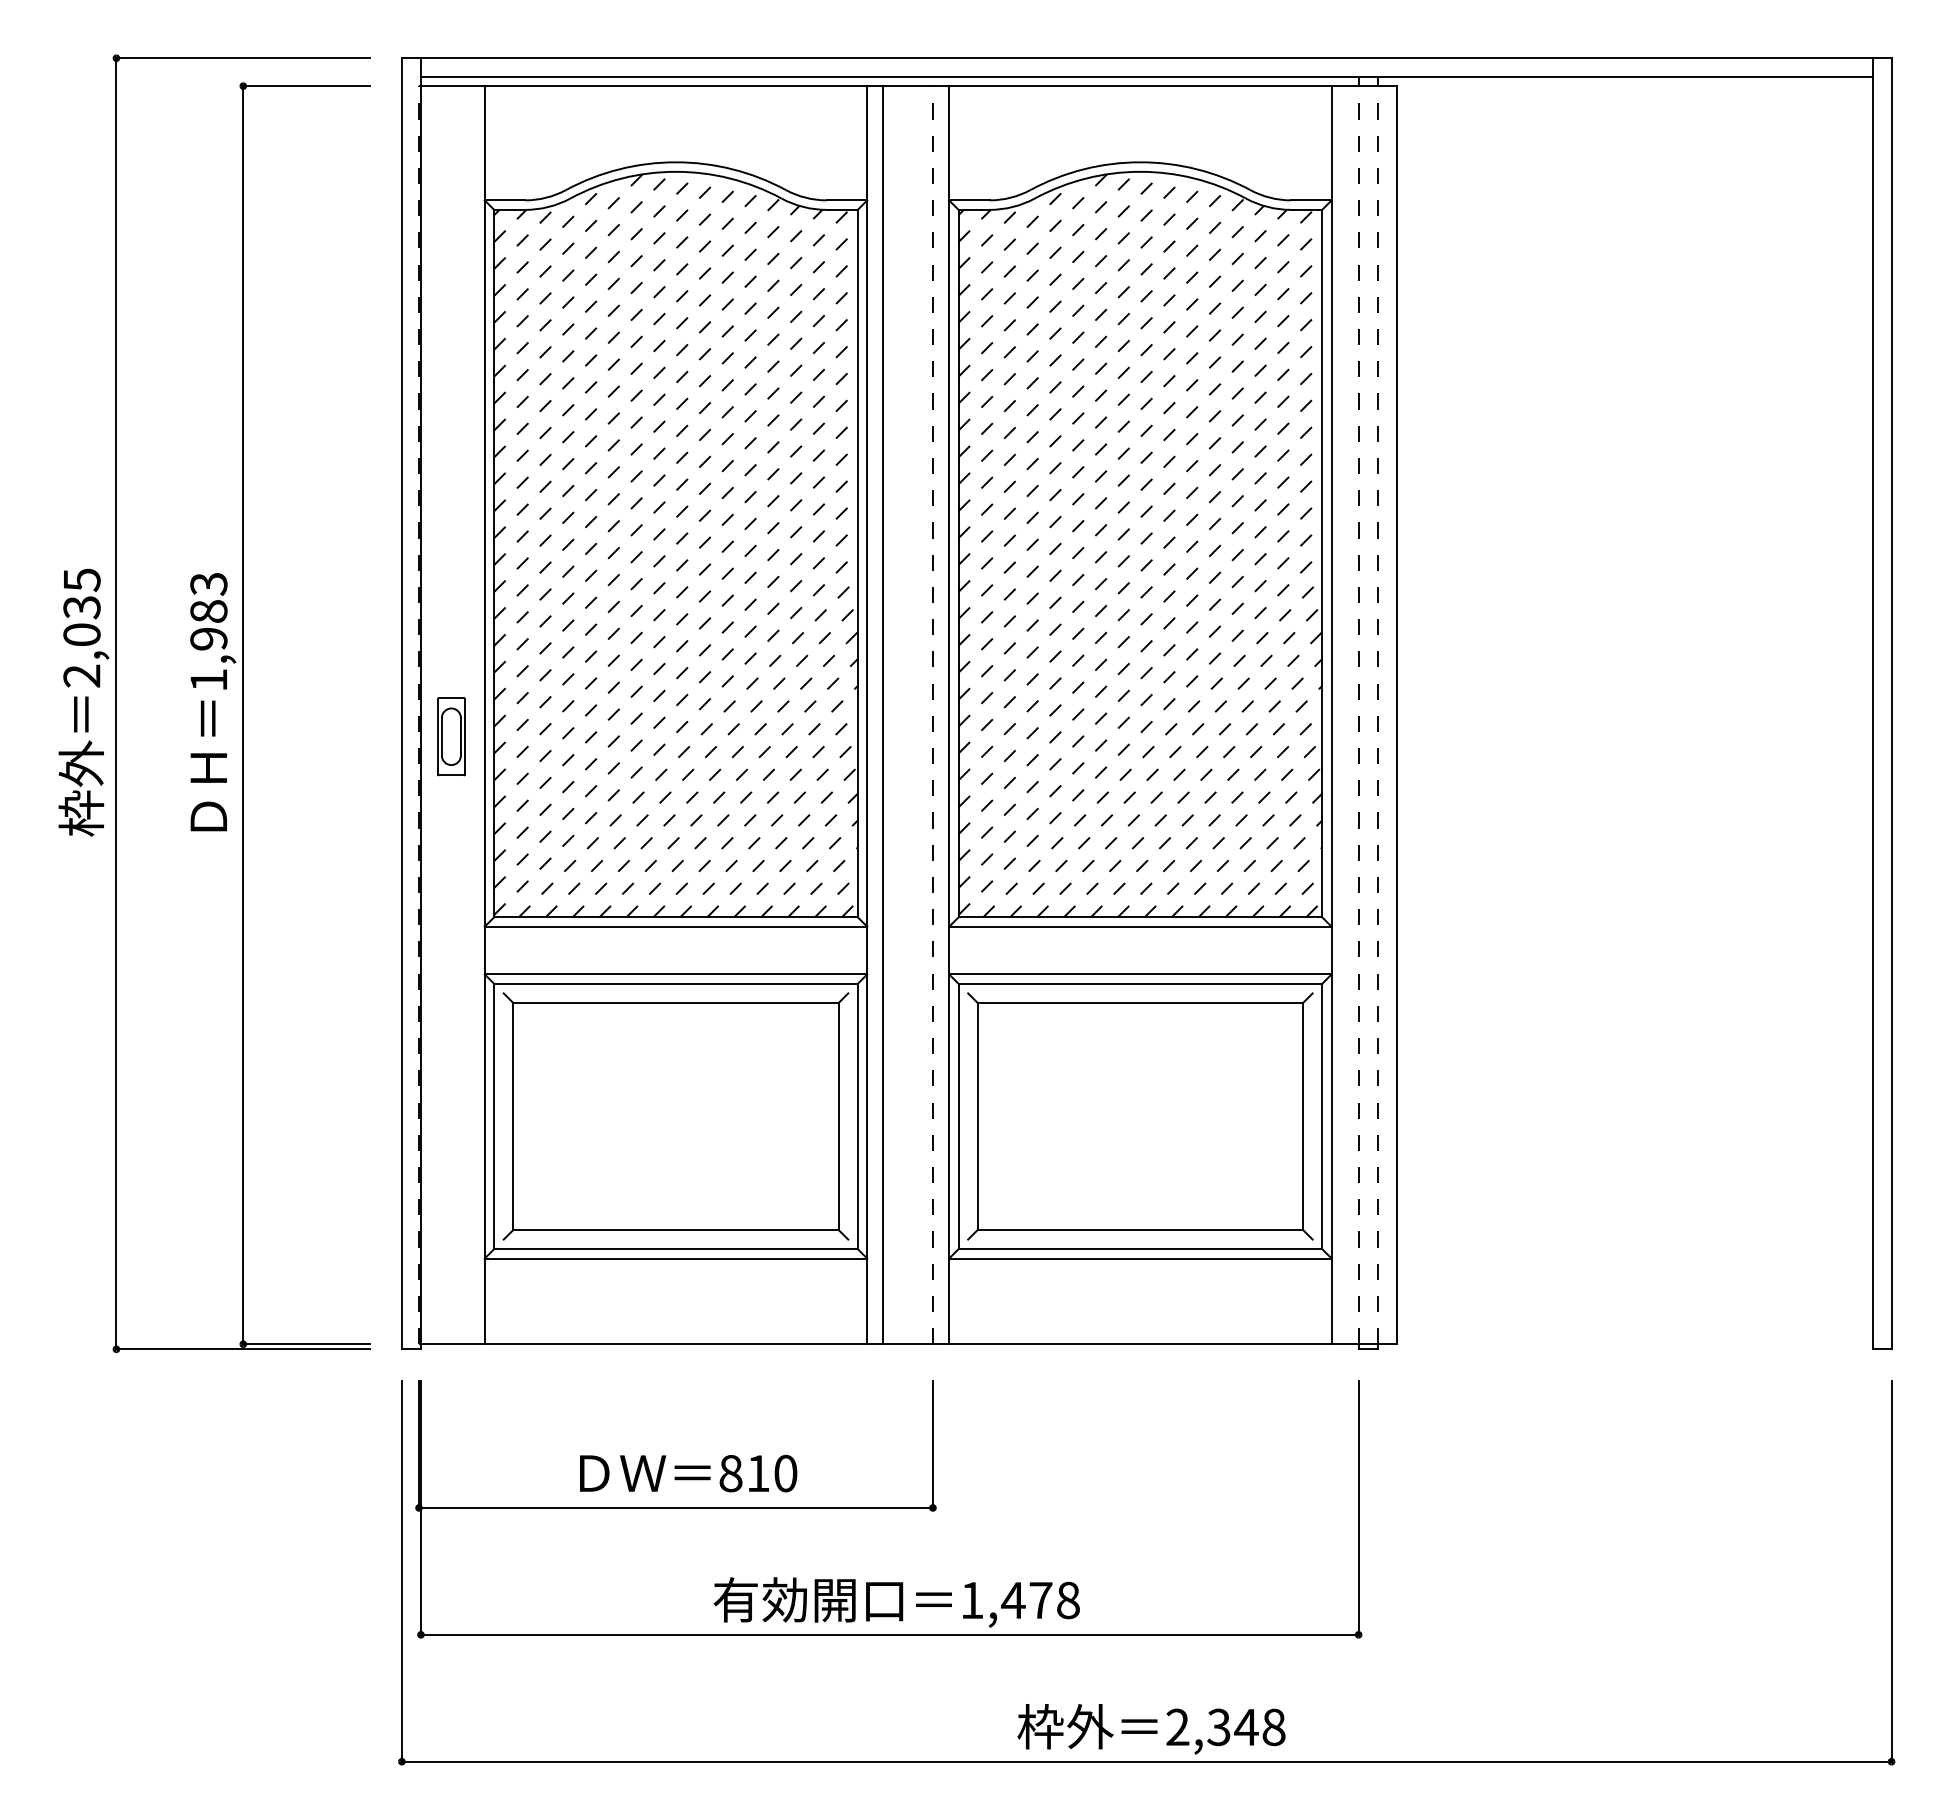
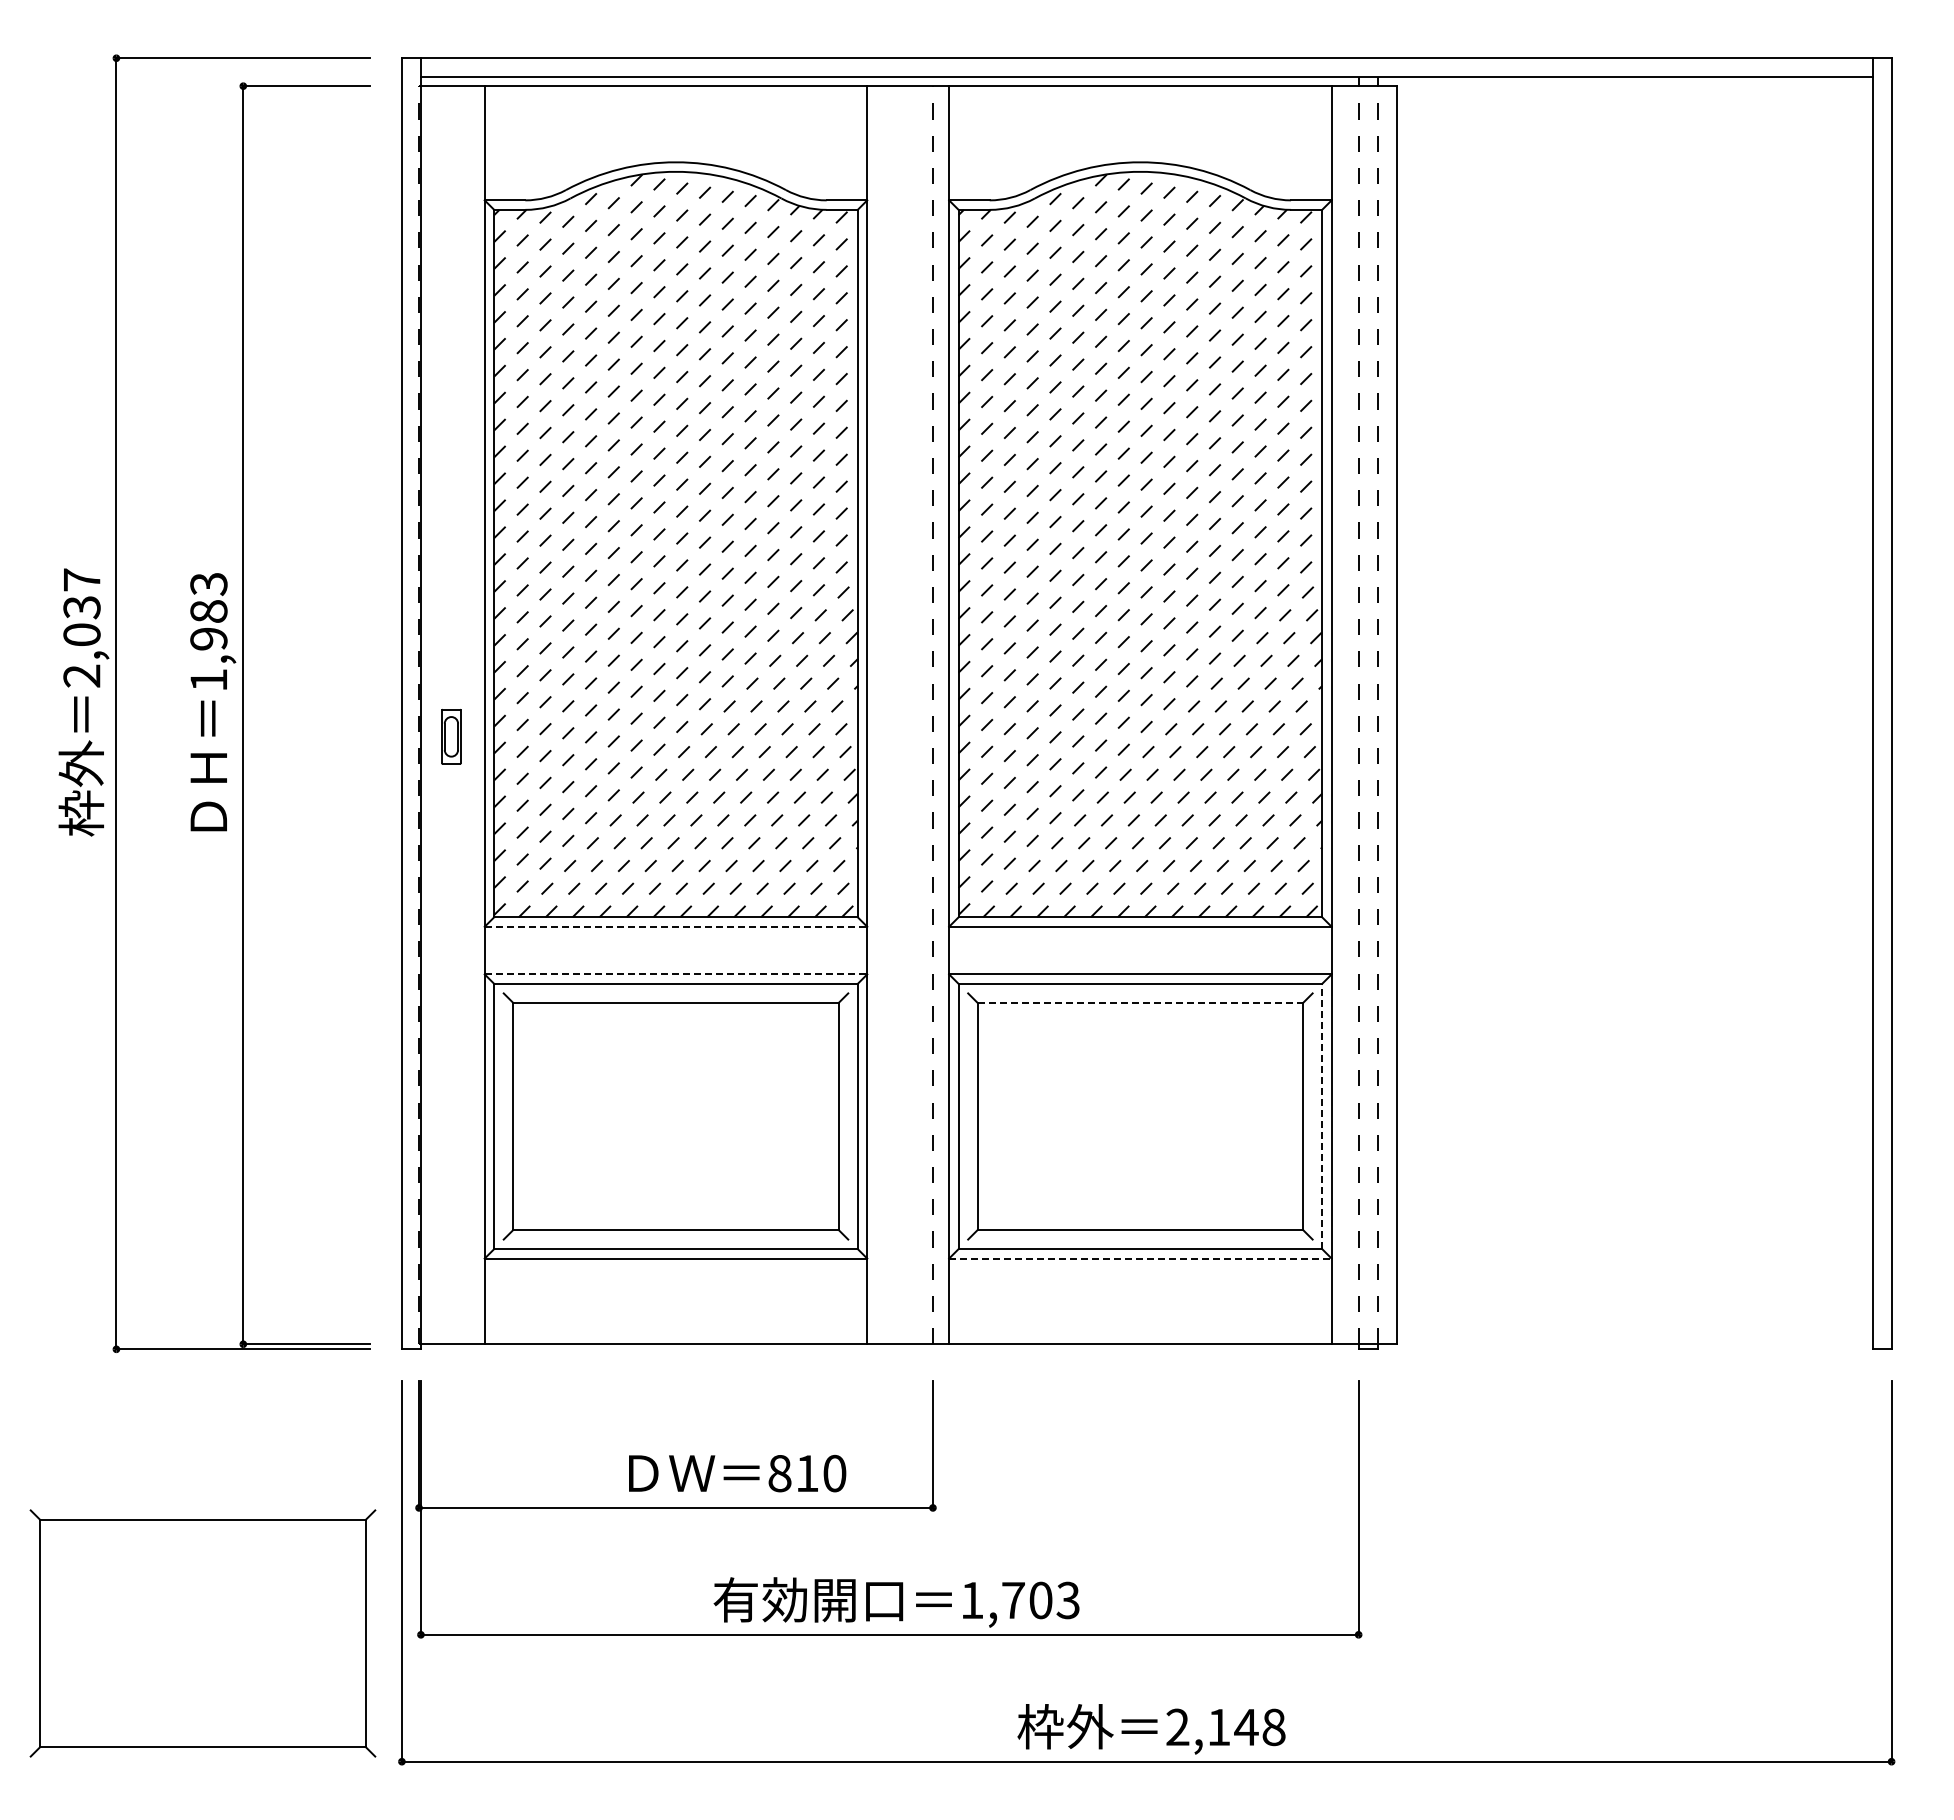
text at (82, 579): 2,035 -> 2,037
line at (883, 715): present -> none
part at (451, 736) size: 29x80 px -> 21x56 px
line at (676, 926): solid -> dashed
line at (676, 974): solid -> dashed
line at (1140, 1002): solid -> dashed
line at (1322, 1116): solid -> dashed
line at (1140, 1258): solid -> dashed
text at (688, 1473) position: (688, 1473) -> (737, 1473)
text at (1040, 1600): 1,478 -> 1,703
part at (202, 1633): none -> present
text at (1218, 1727): 2,348 -> 2,148
